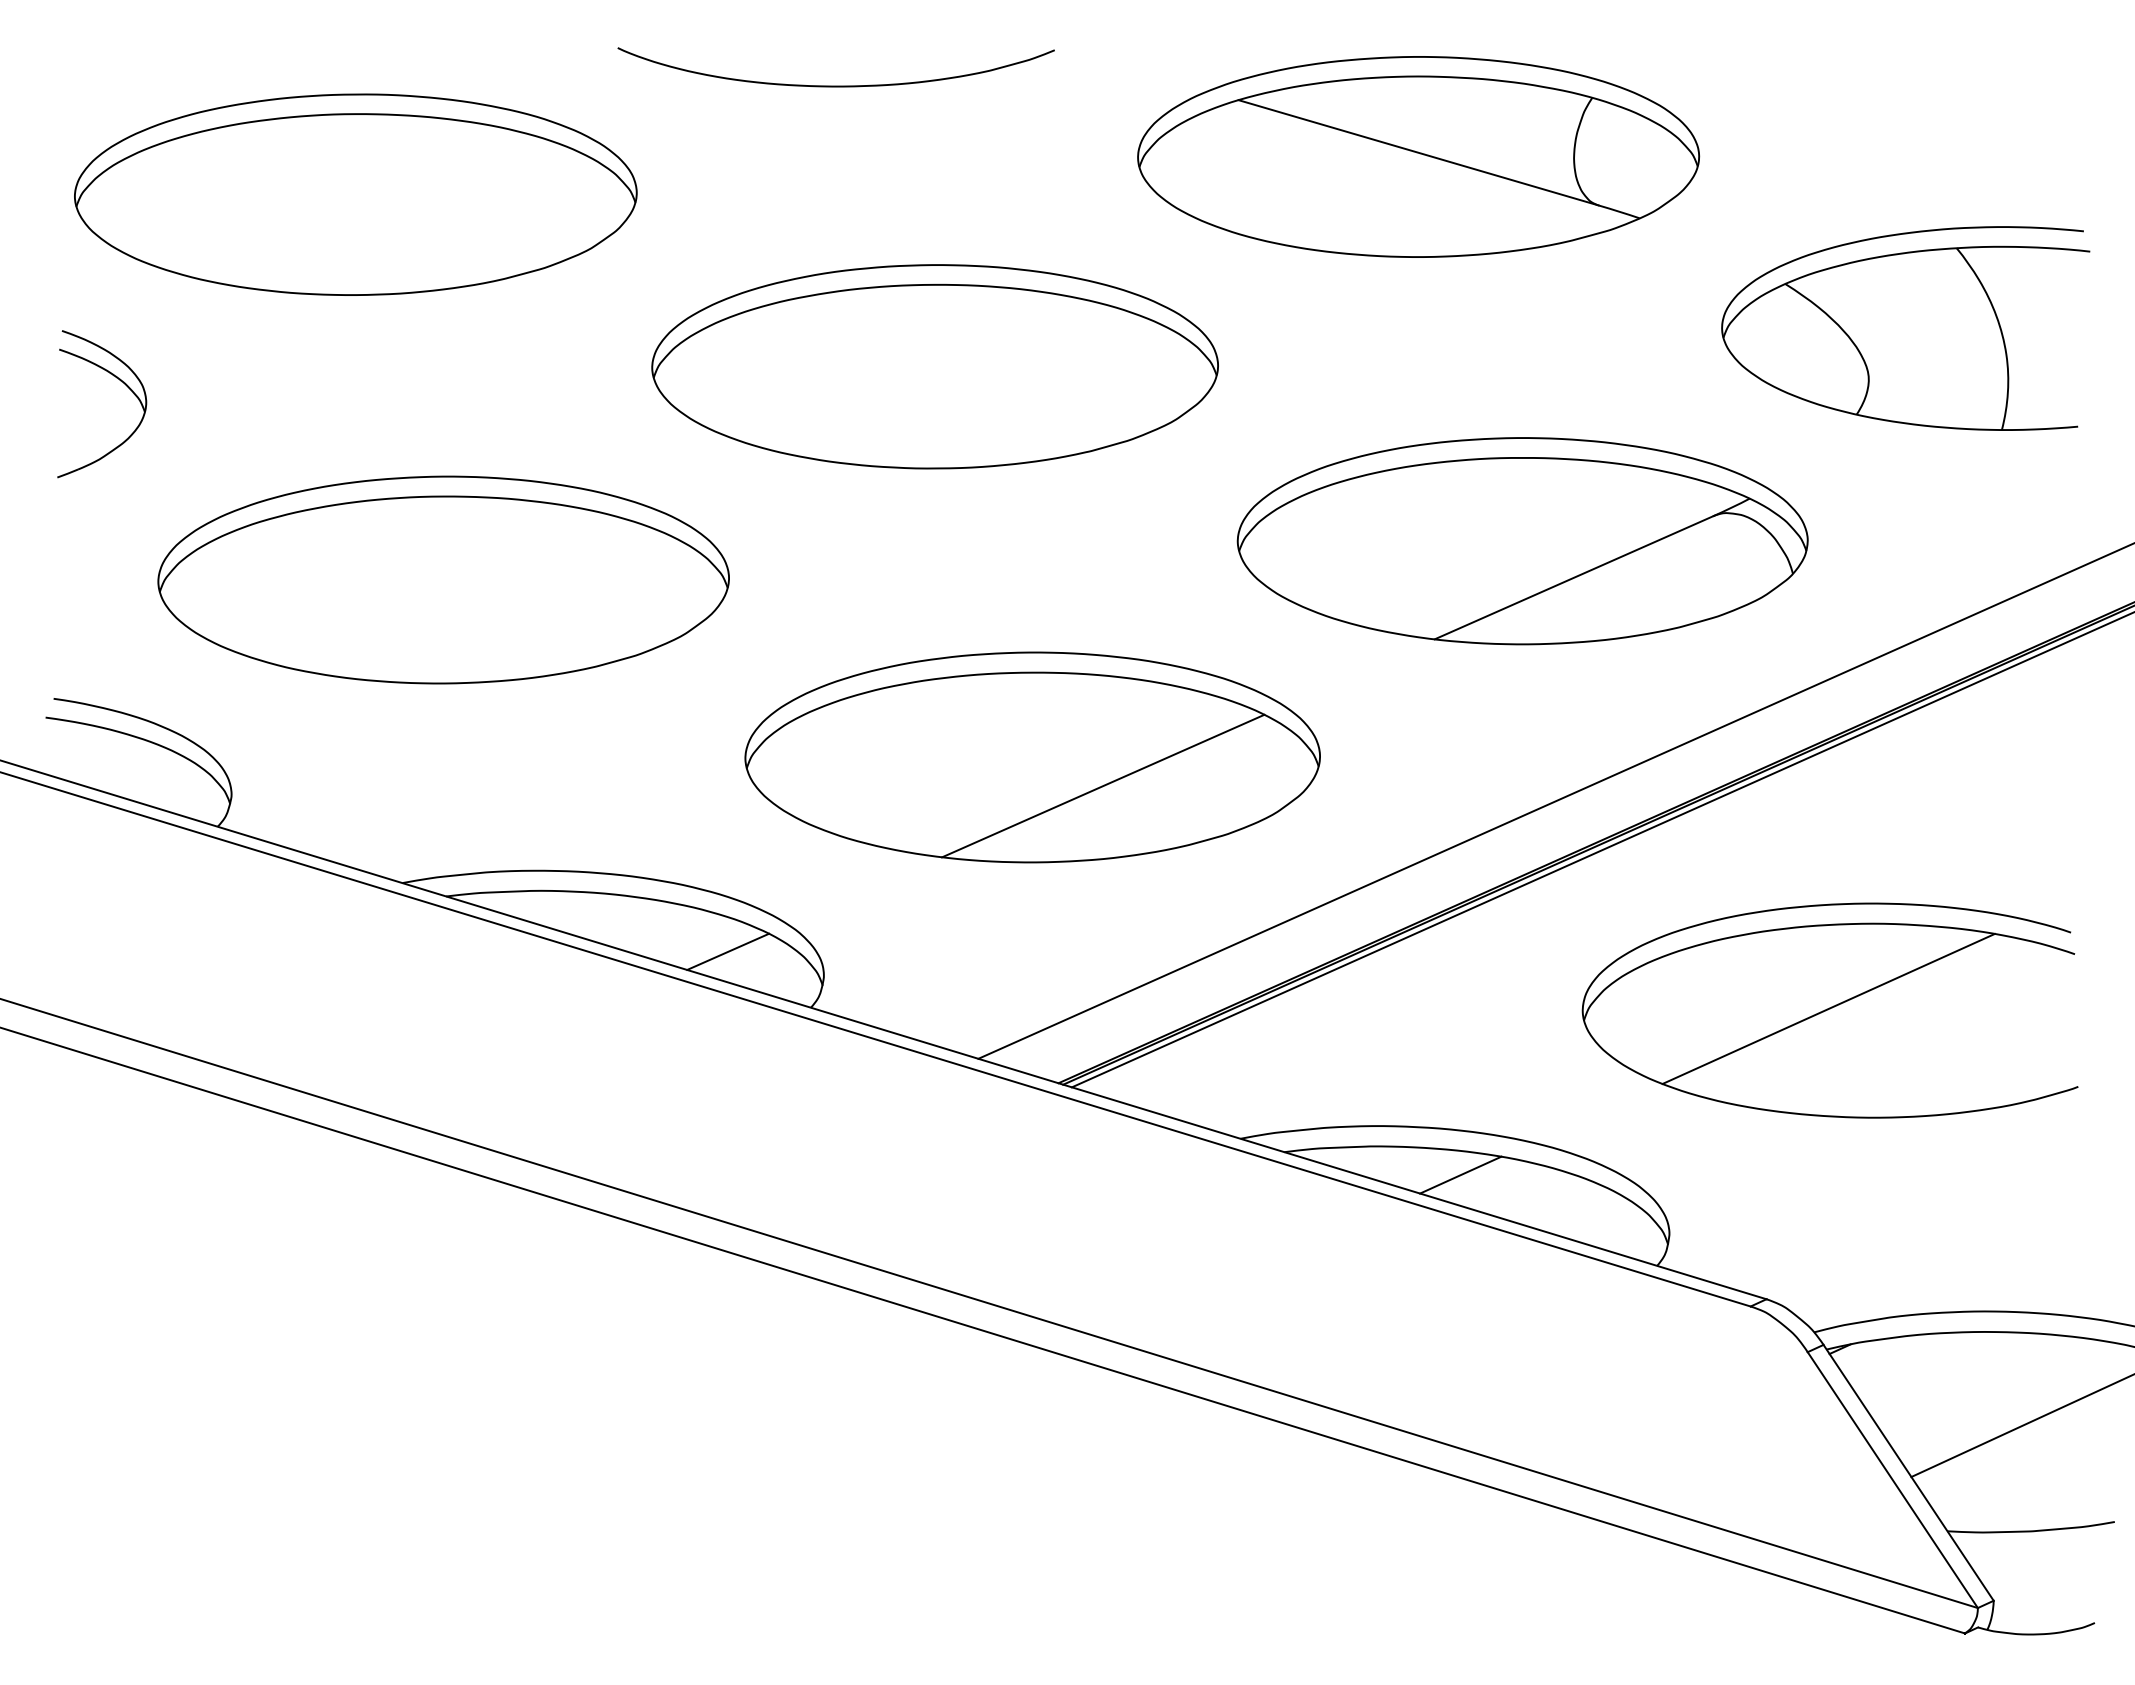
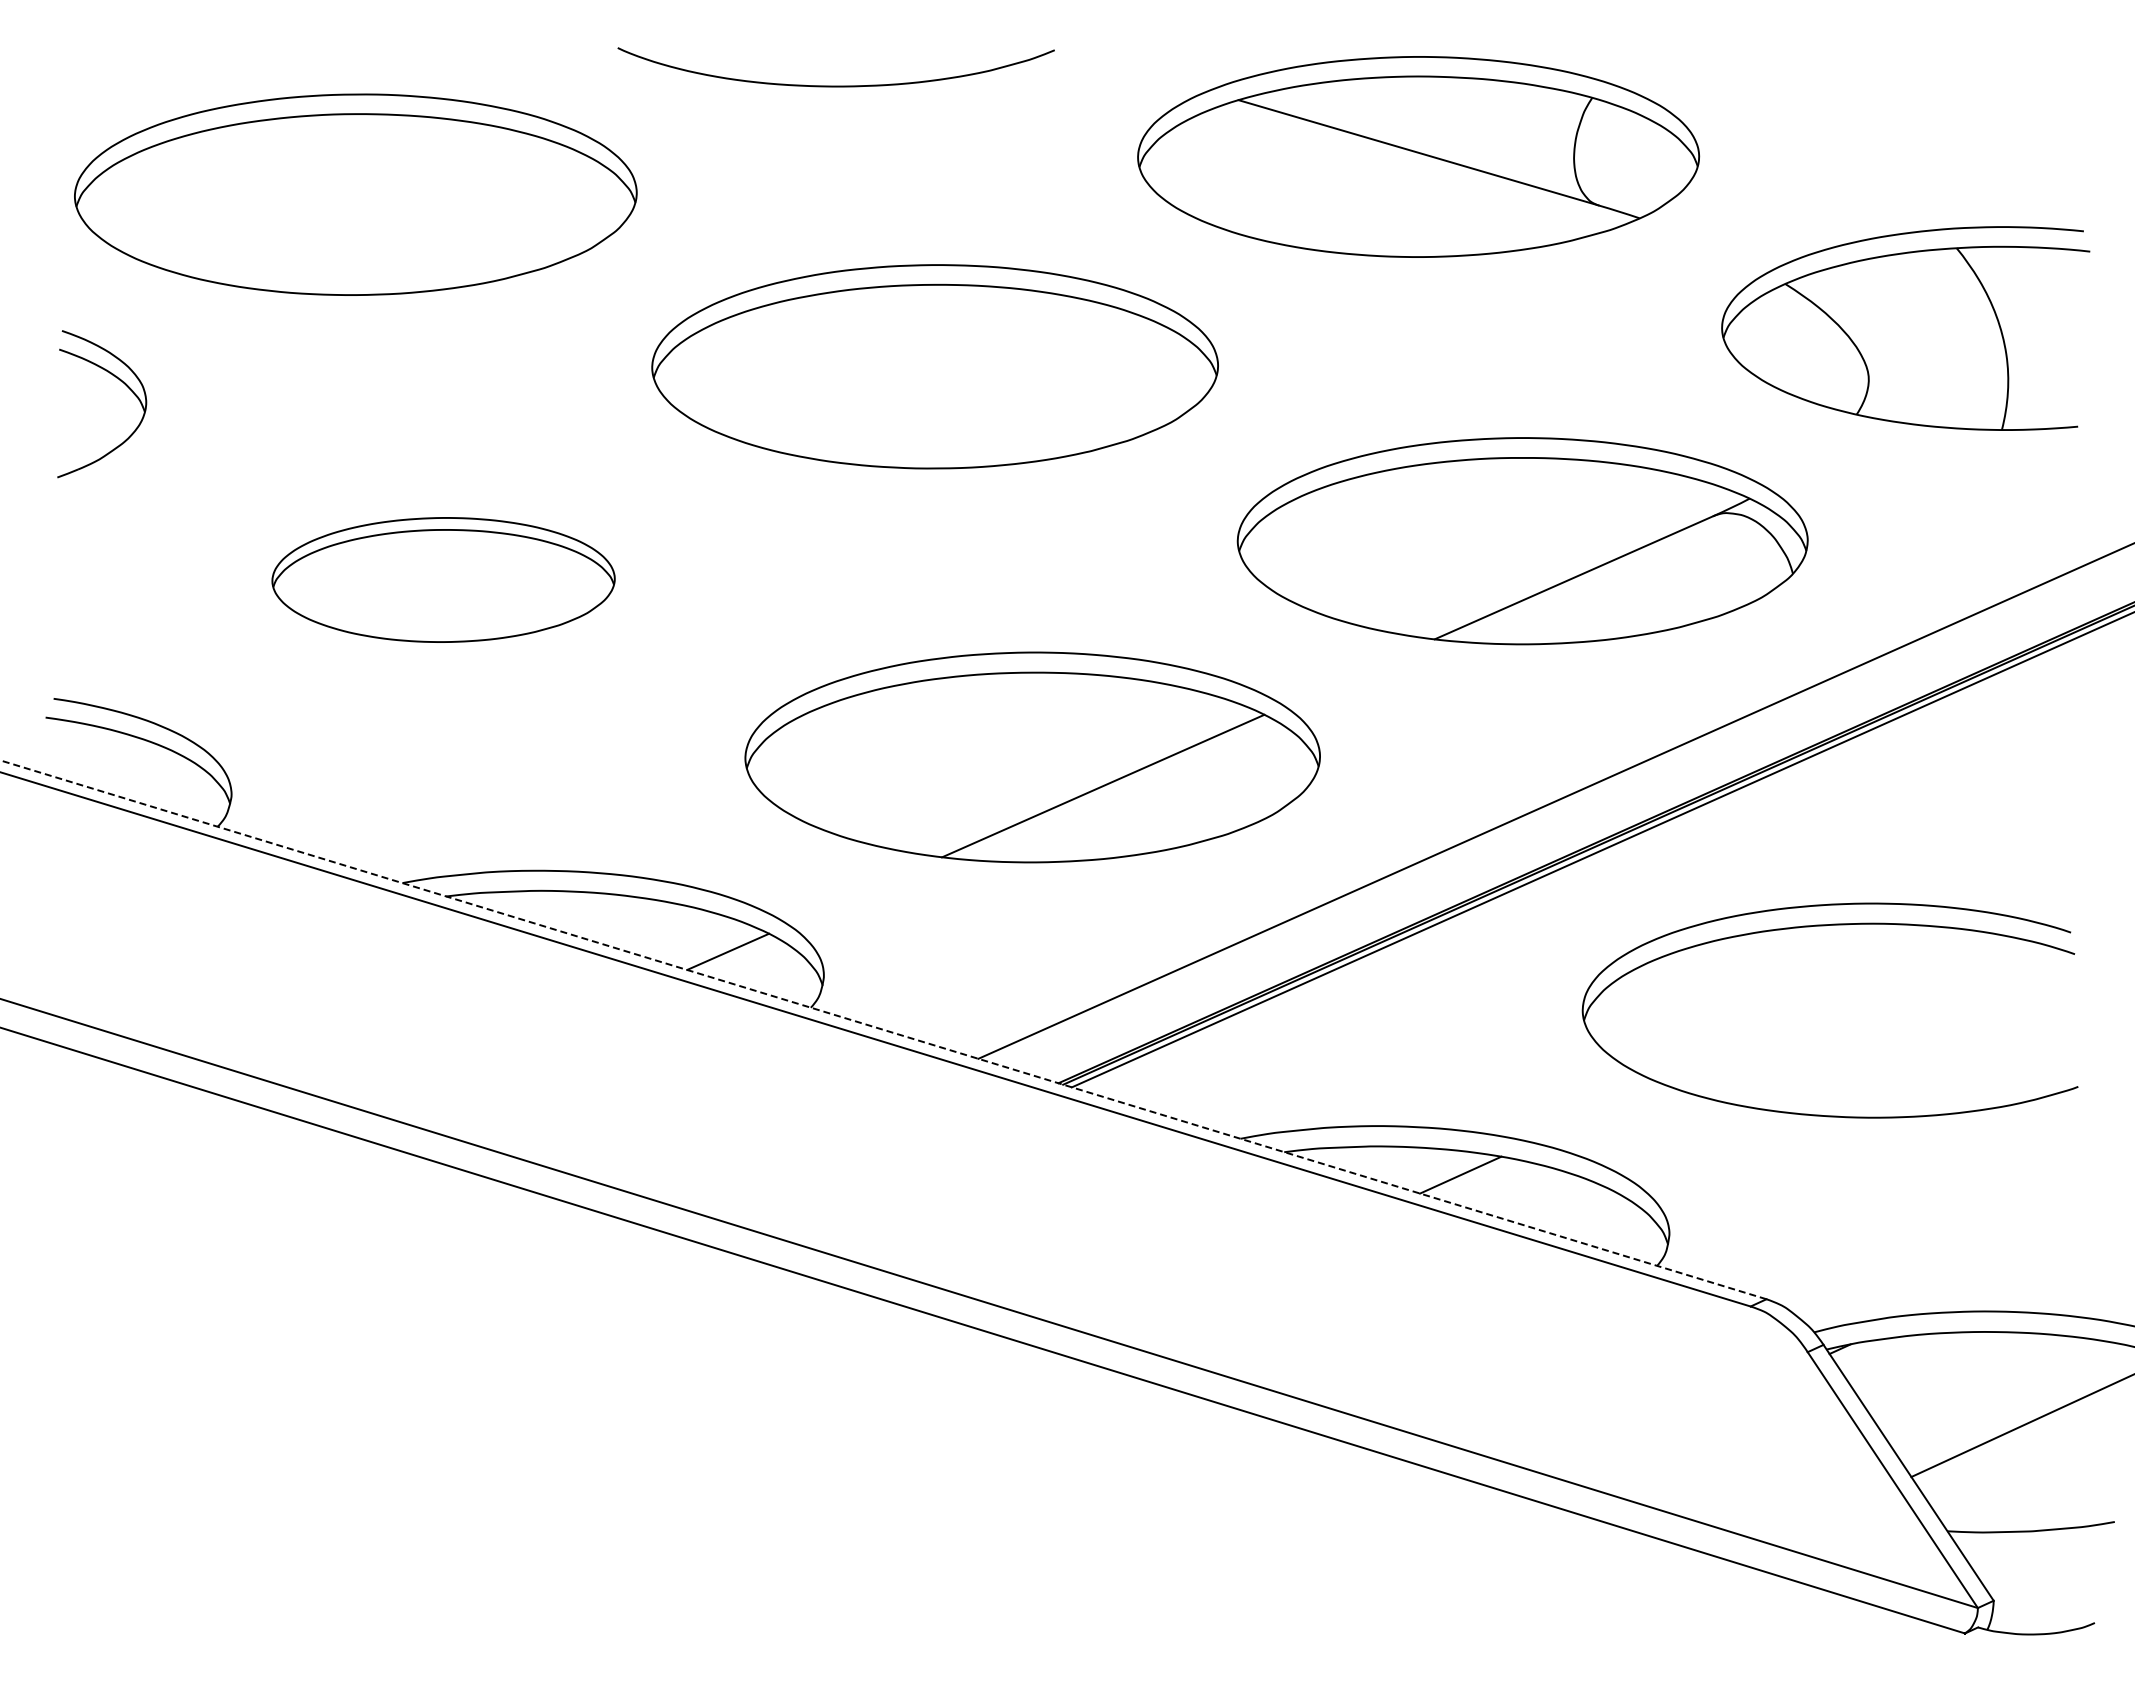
part at (443, 579) size: 573x210 px -> 345x126 px
line at (1828, 1008): present -> none
line at (882, 1029): solid -> dashed
